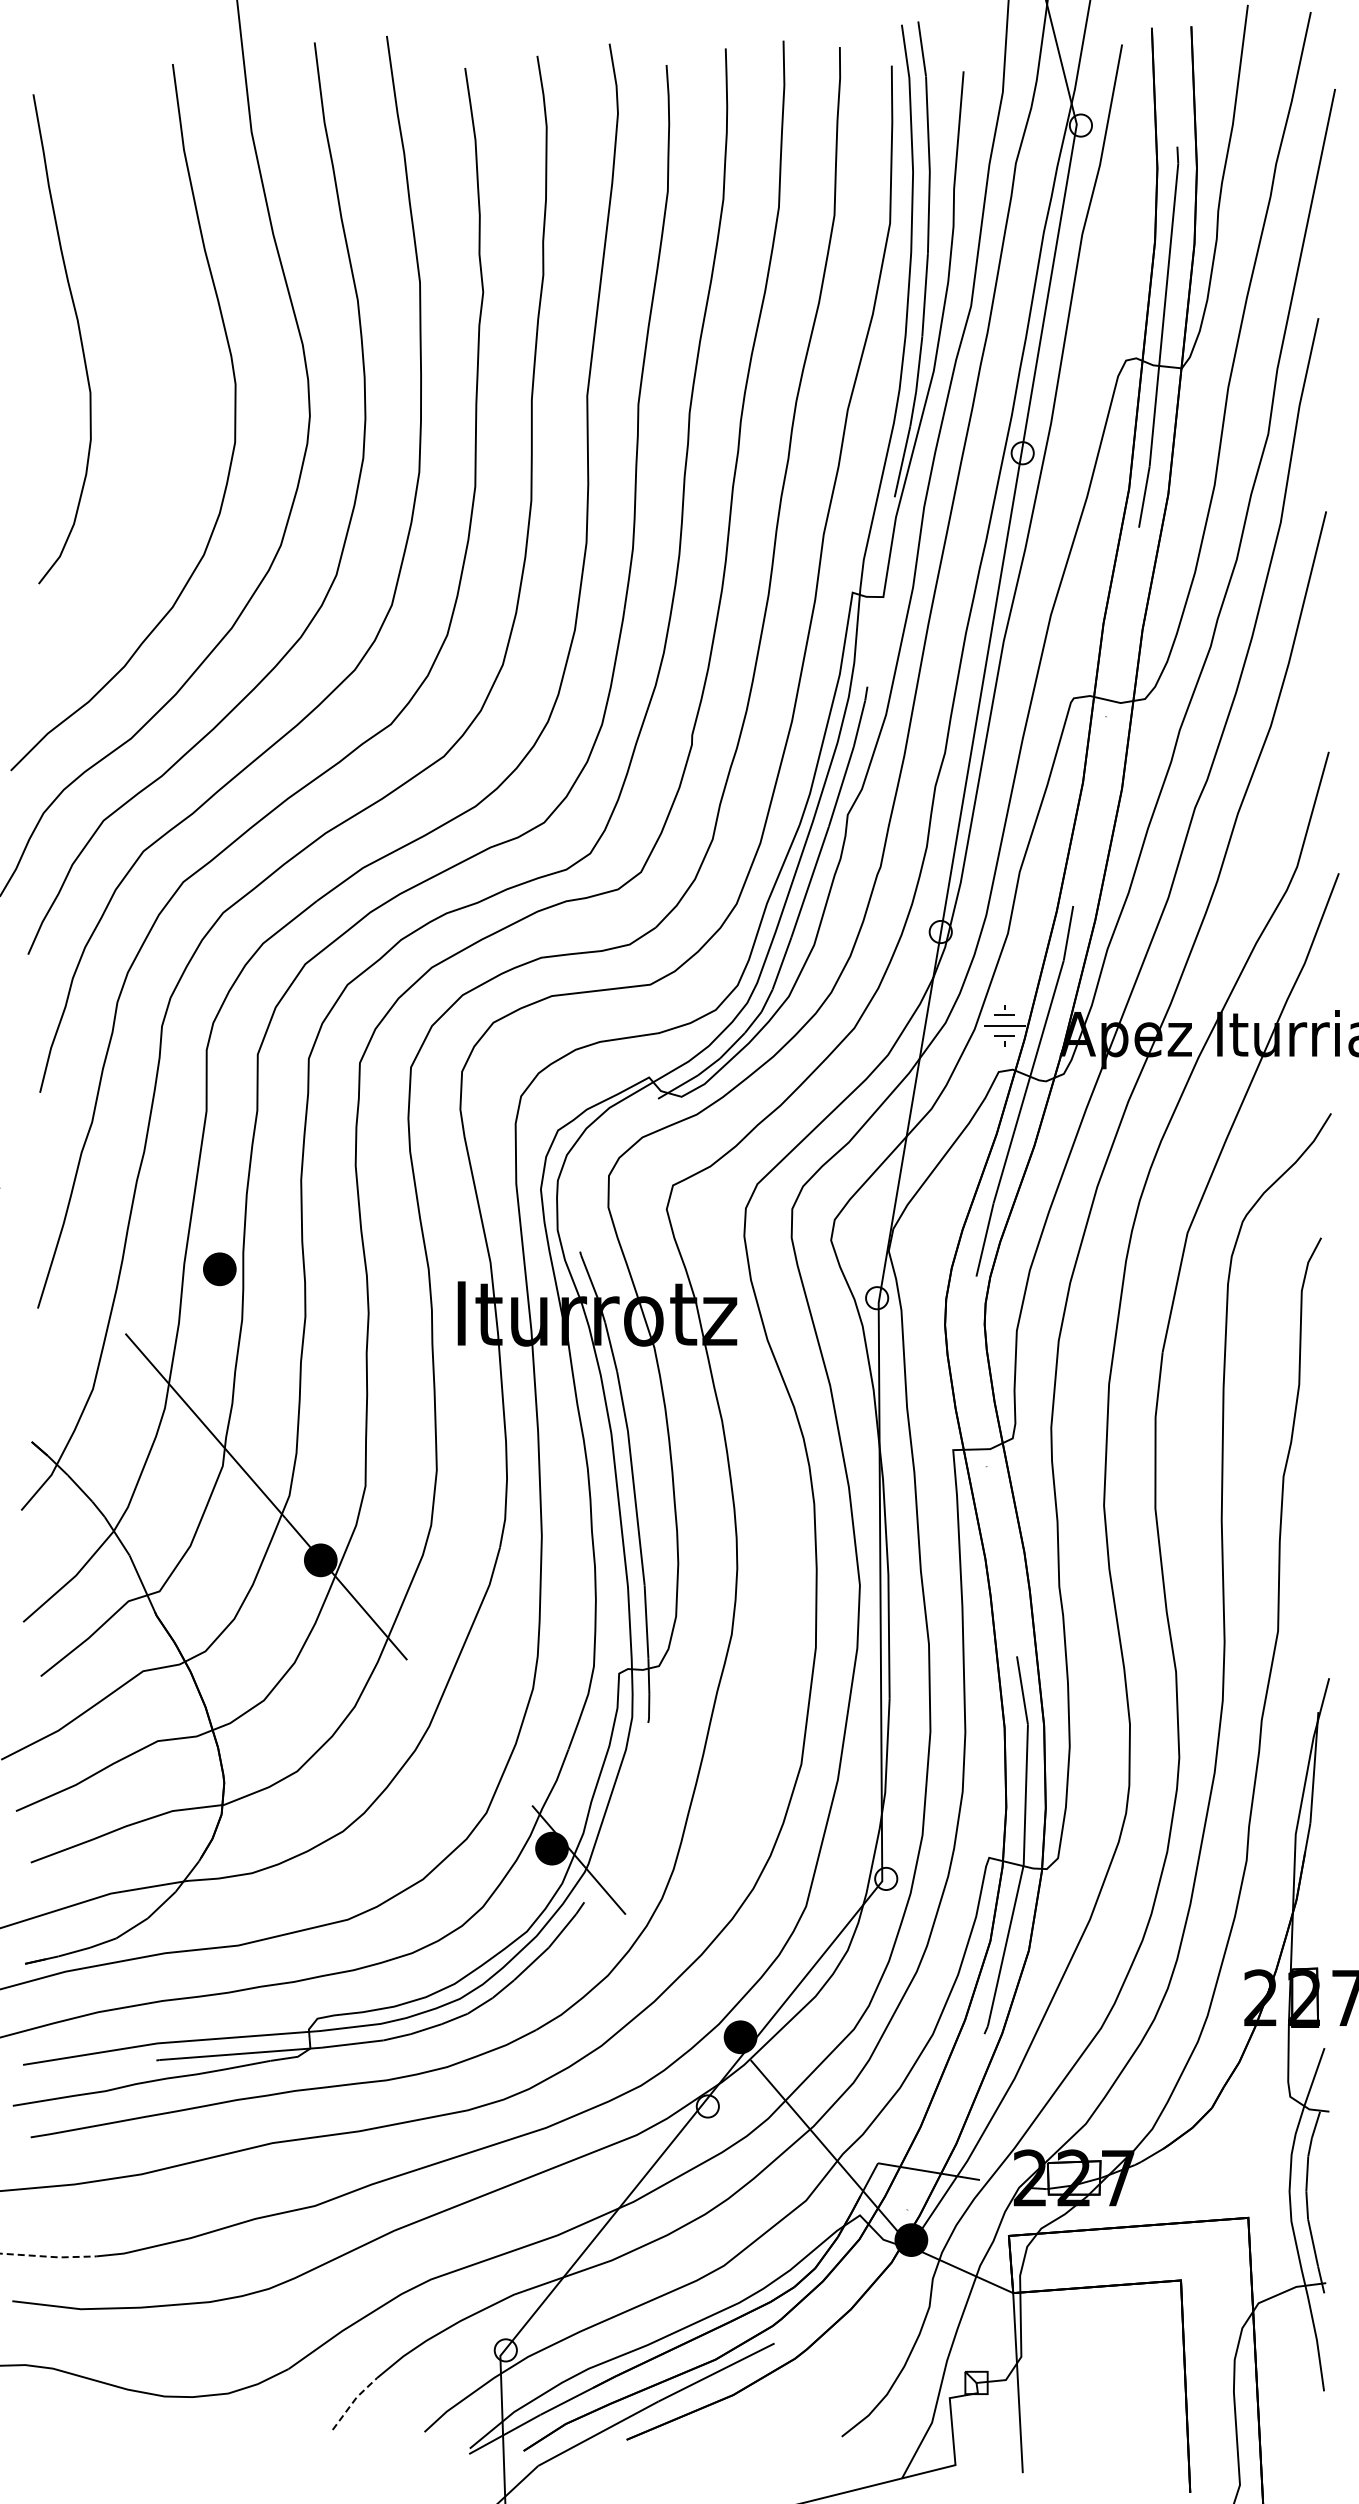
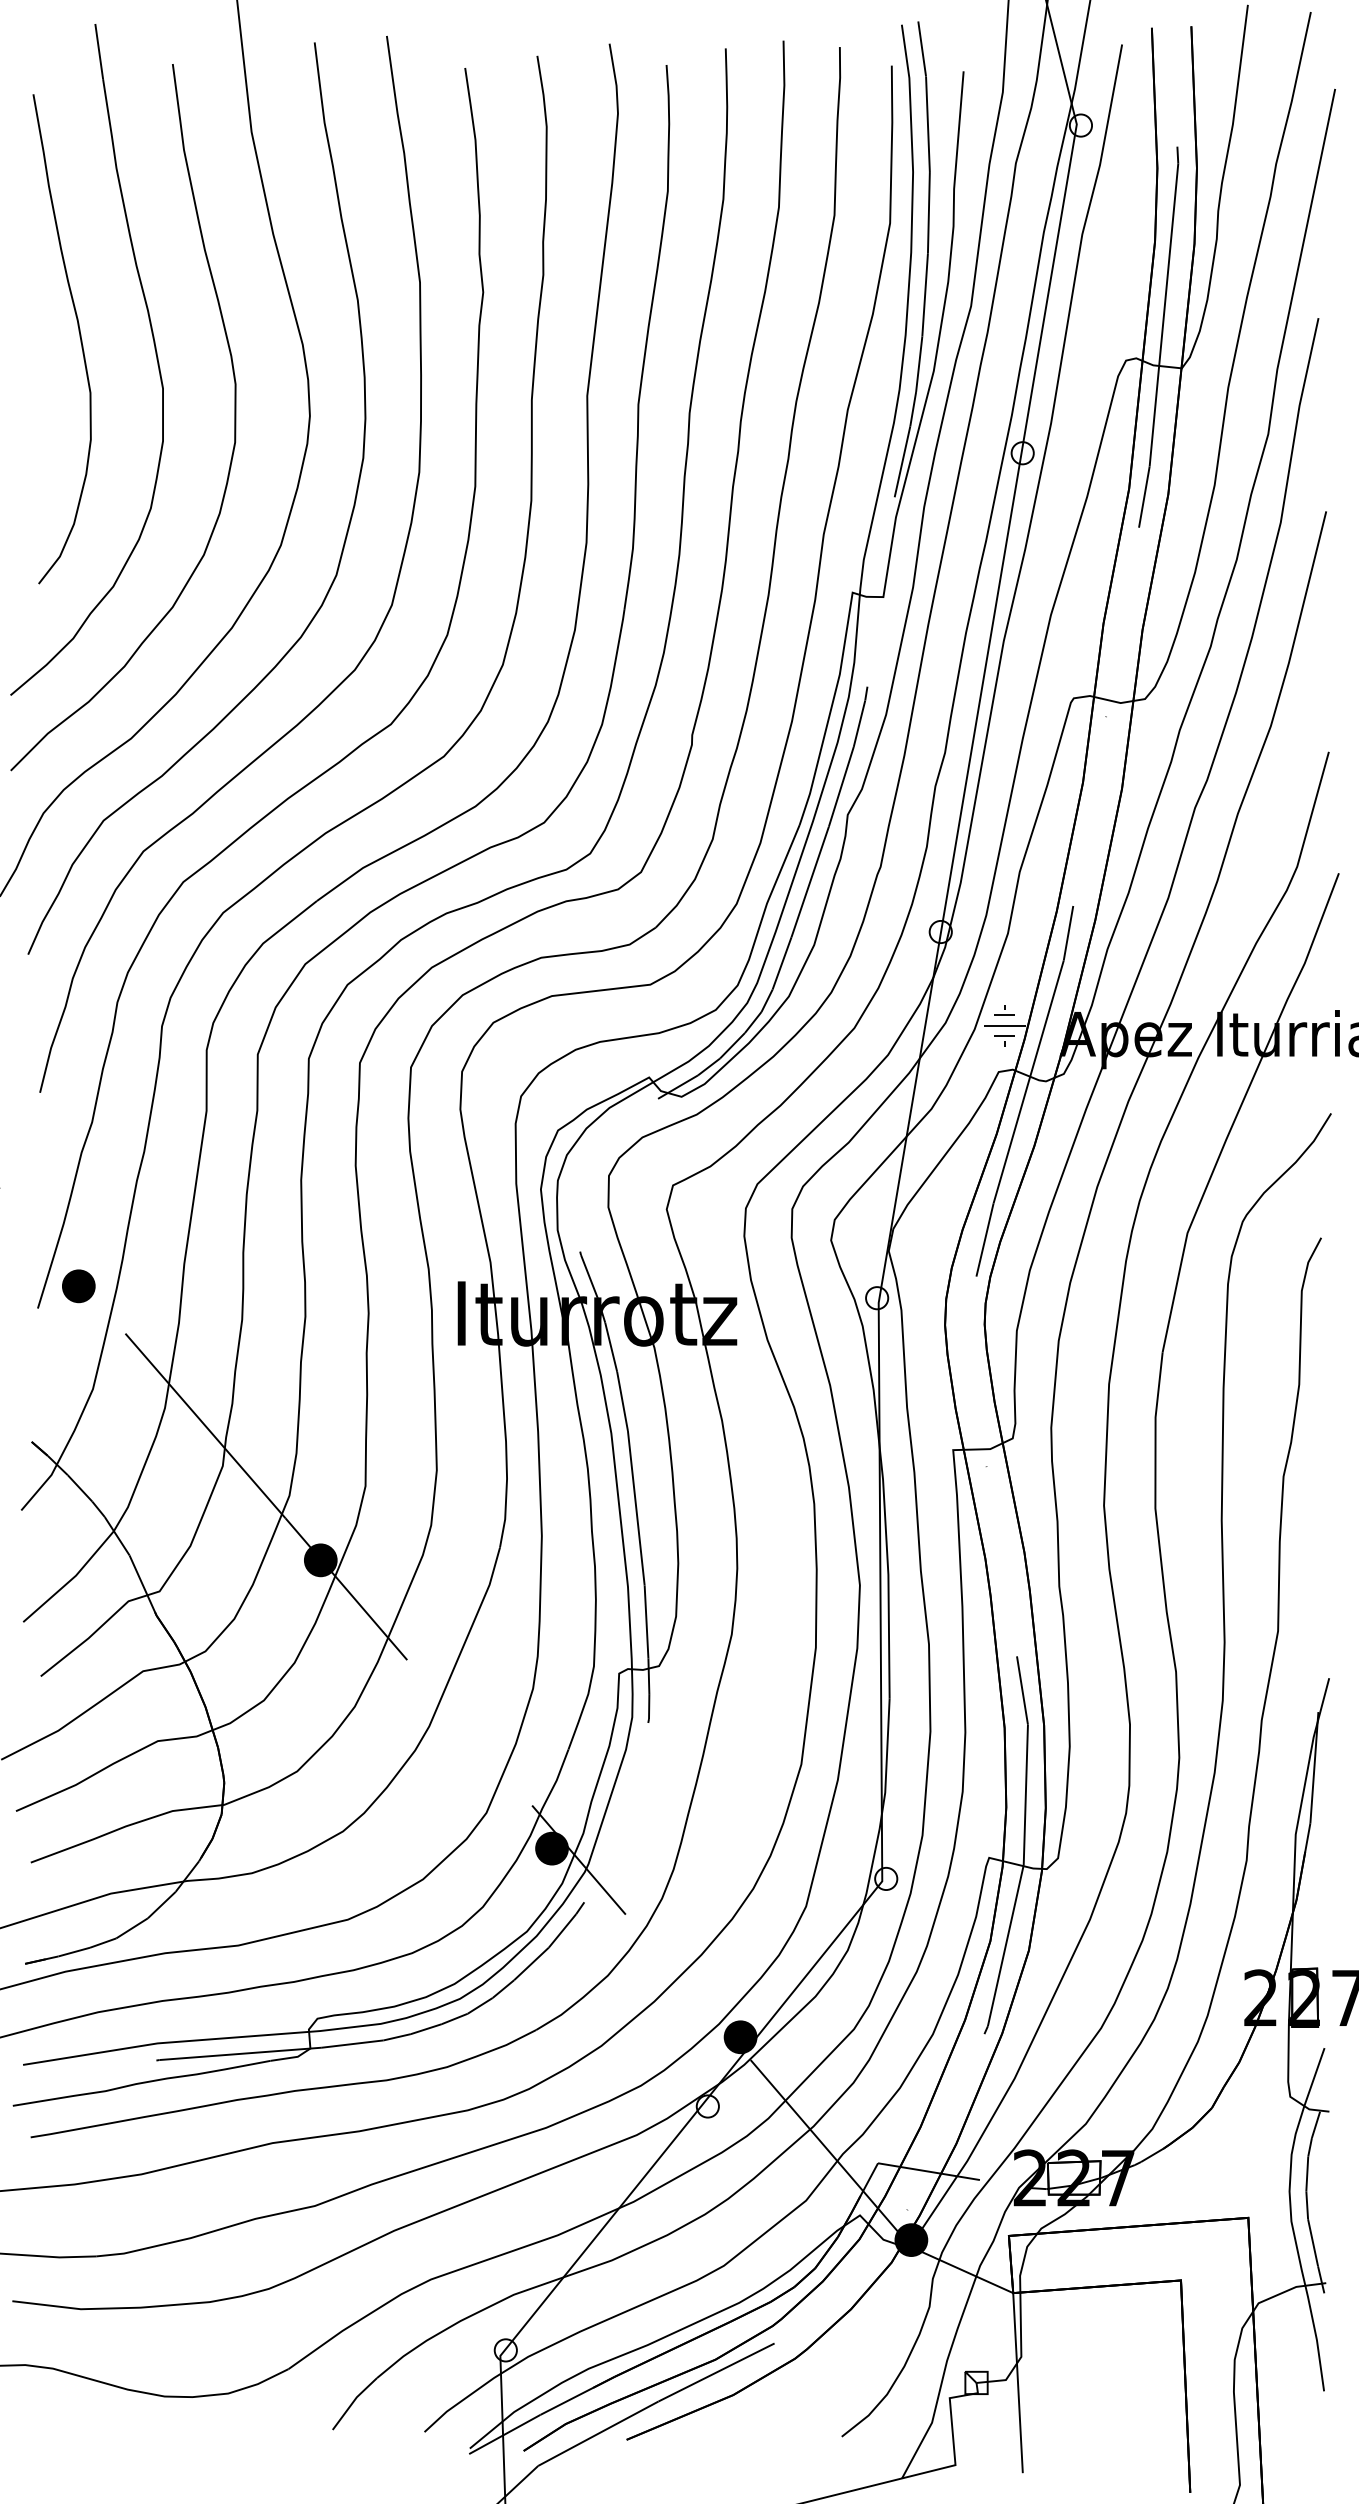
part at (154, 349): none -> present
part at (219, 1269) position: (219, 1269) -> (78, 1286)
line at (49, 2256): dashed -> solid
line at (353, 2402): dashed -> solid
